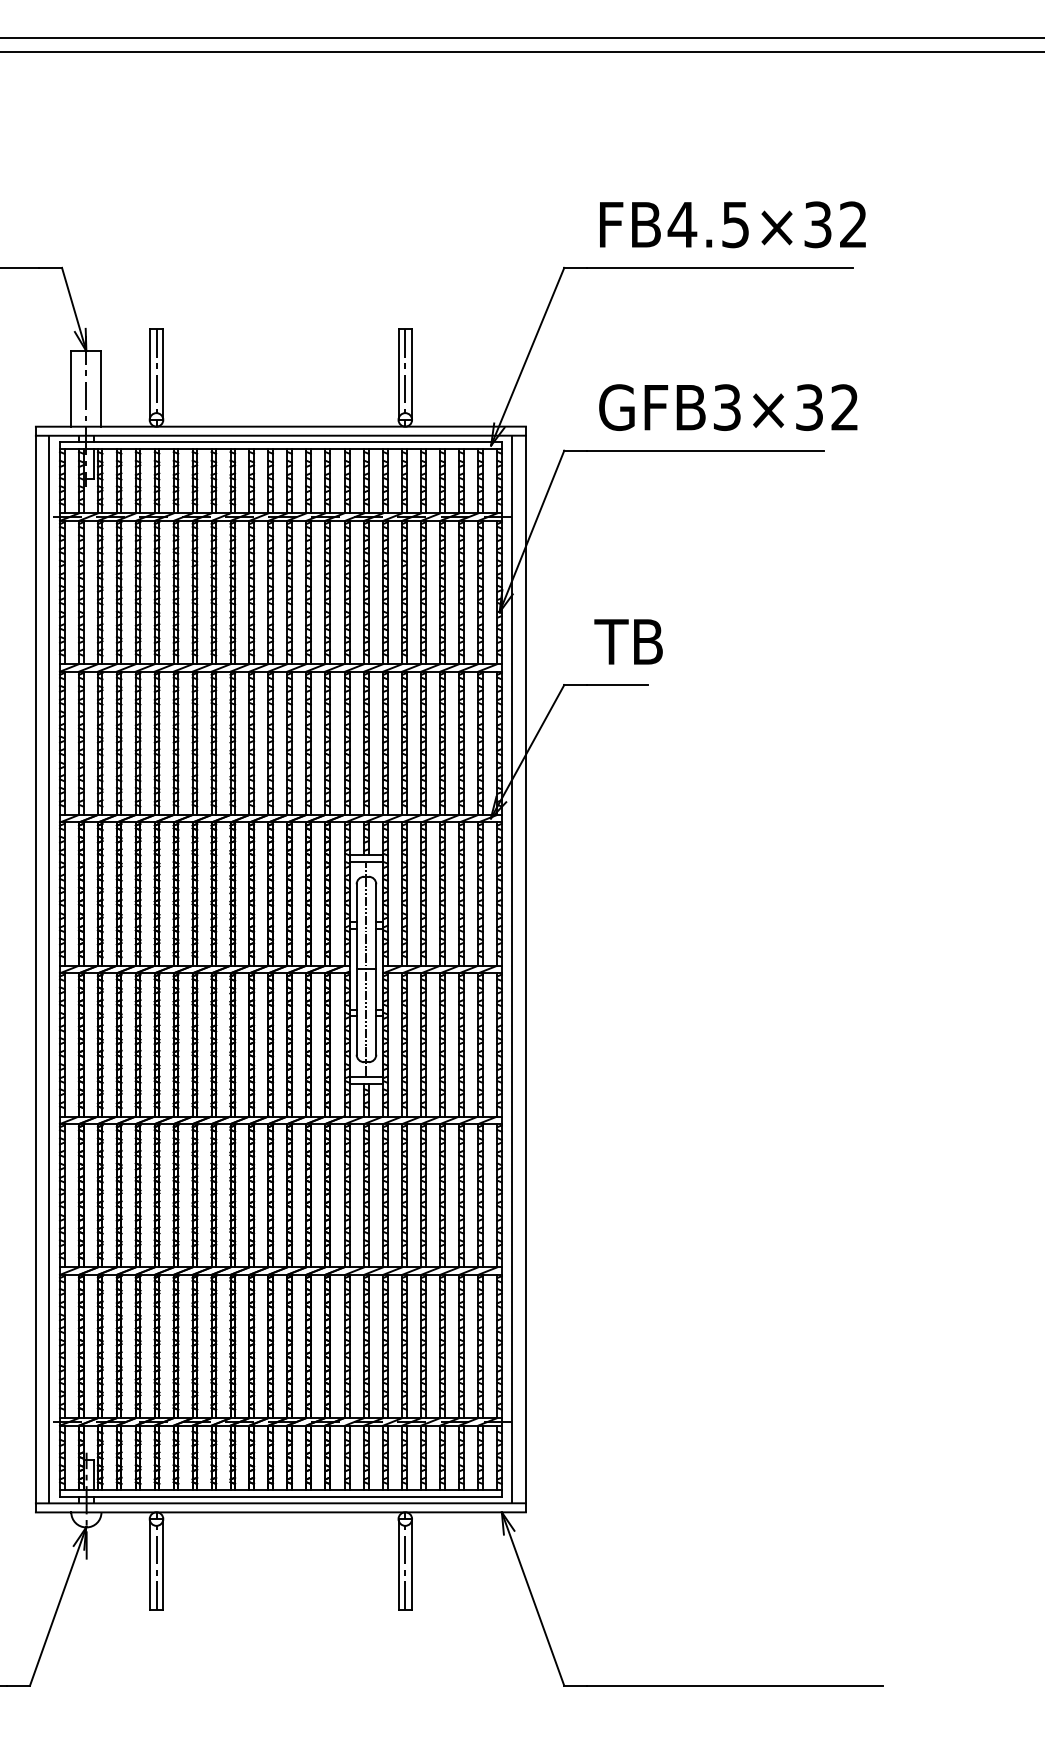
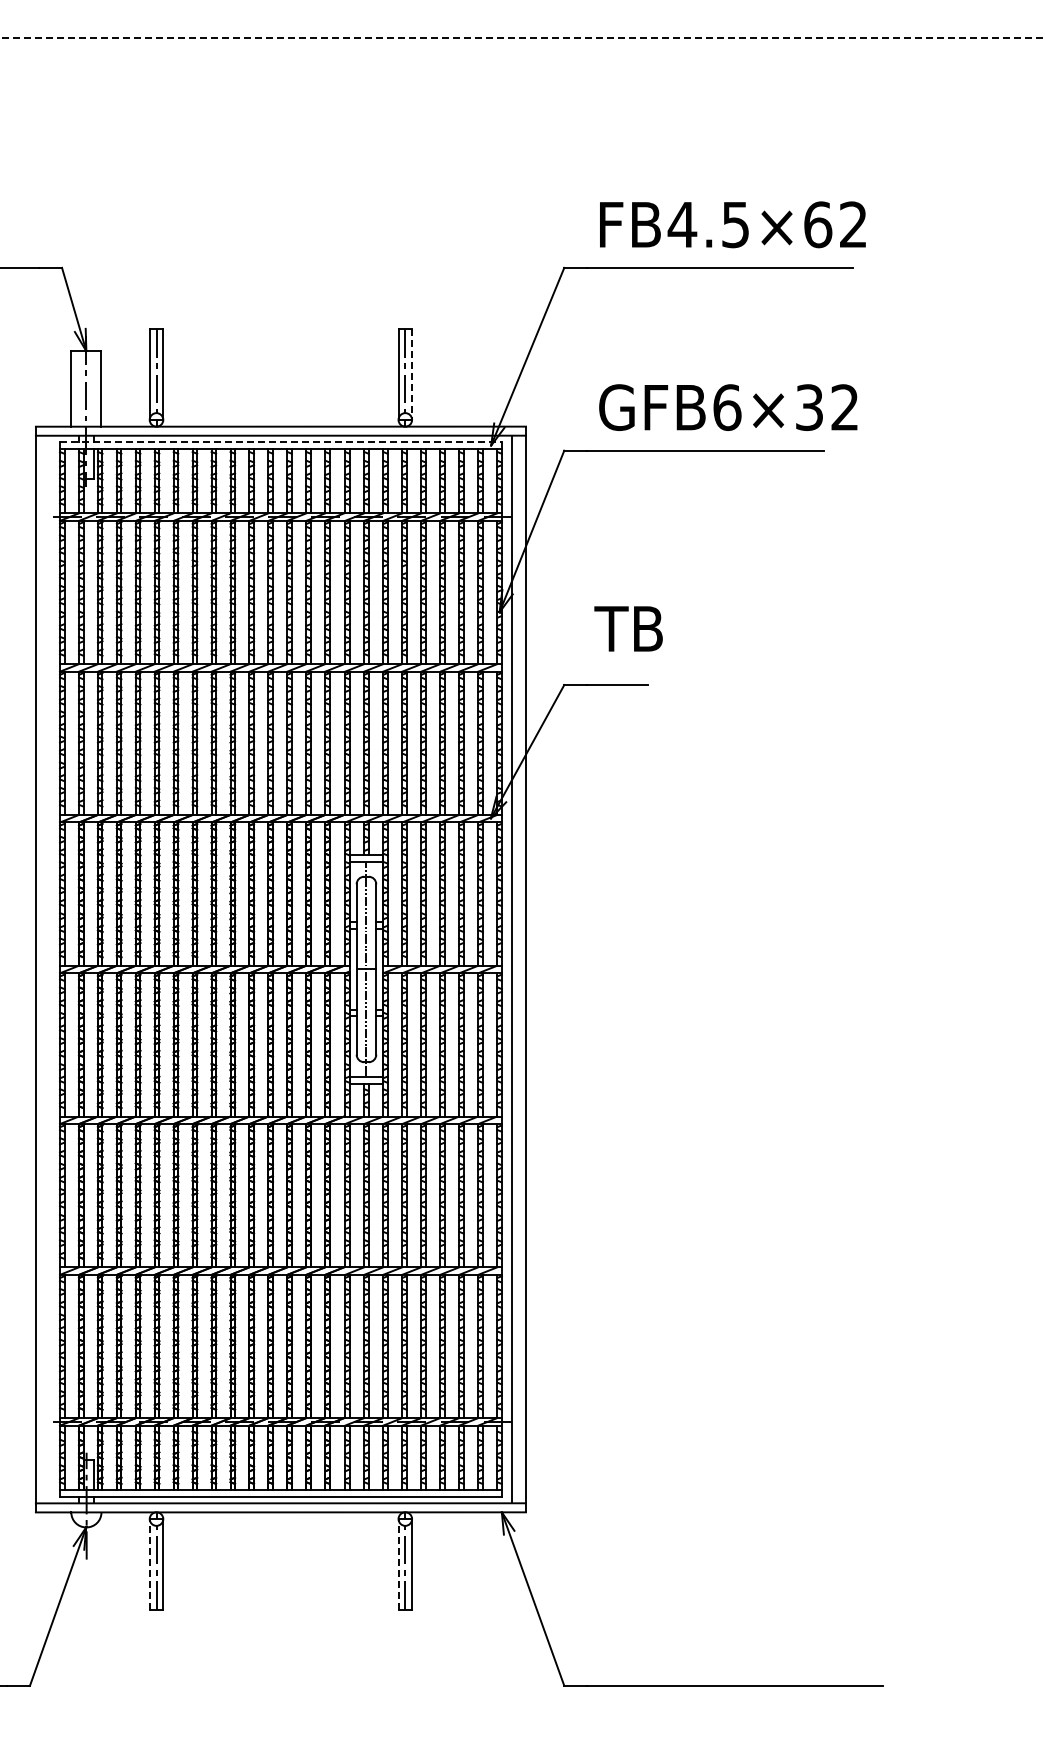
line at (522, 37): solid -> dashed
line at (521, 52): present -> none
text at (818, 224): FB4.5×32 -> FB4.5×62
line at (412, 375): solid -> dashed
text at (727, 407): GFB3×32 -> GFB6×32
line at (280, 441): solid -> dashed
text at (628, 641) position: (628, 641) -> (628, 628)
line at (49, 969): present -> none
line at (149, 1563): solid -> dashed
line at (398, 1563): solid -> dashed
